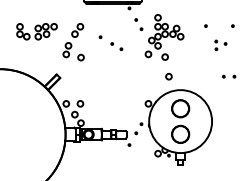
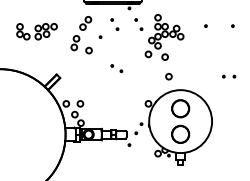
part at (114, 24): none -> present
part at (73, 42) position: (73, 42) -> (81, 35)
part at (220, 45): present -> none
part at (116, 46) position: (116, 46) -> (116, 68)
